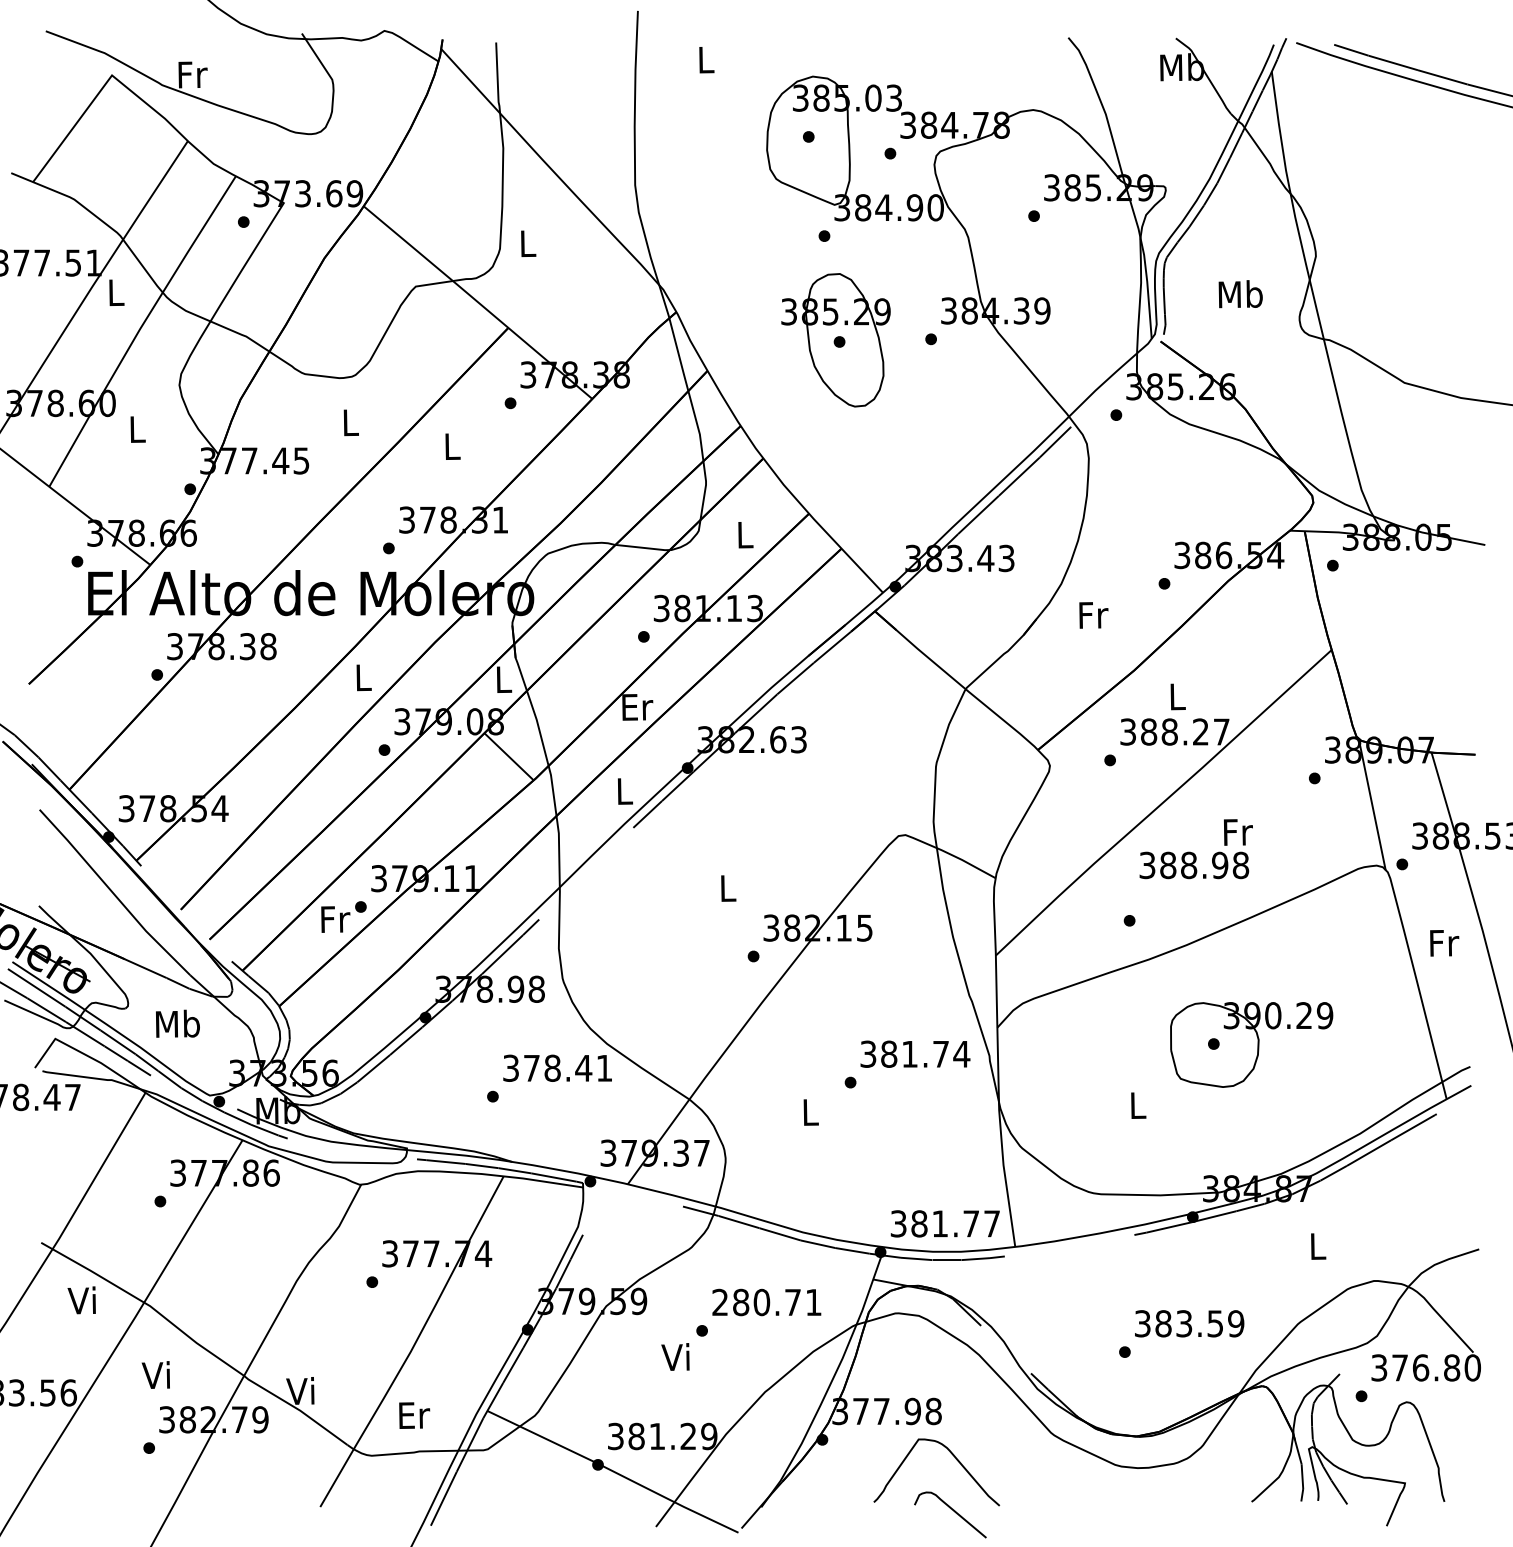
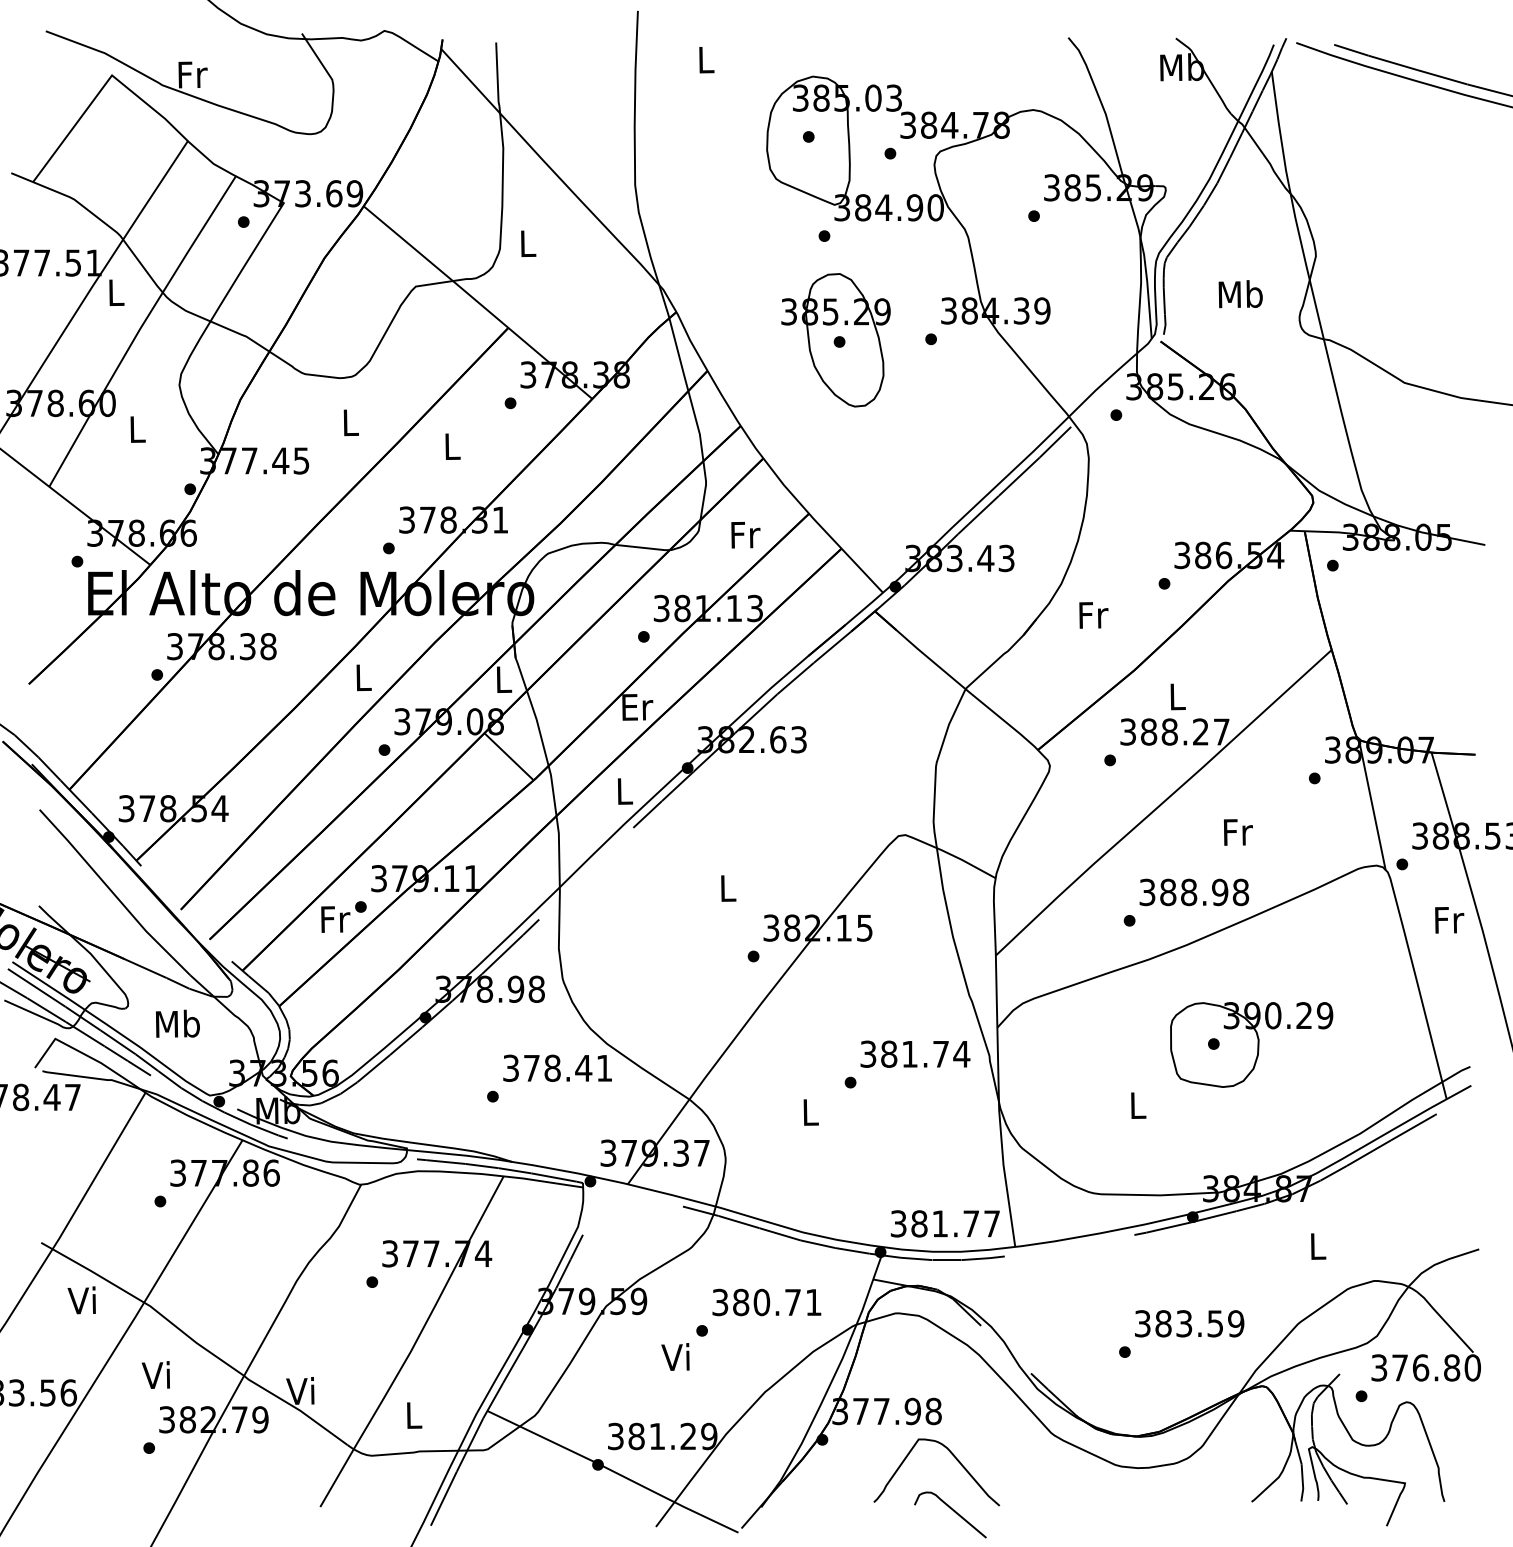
text at (745, 534): L -> Fr
text at (1194, 865) position: (1194, 865) -> (1194, 892)
text at (1444, 943) position: (1444, 943) -> (1449, 920)
text at (720, 1302): 280.71 -> 380.71
text at (414, 1415): Er -> L
